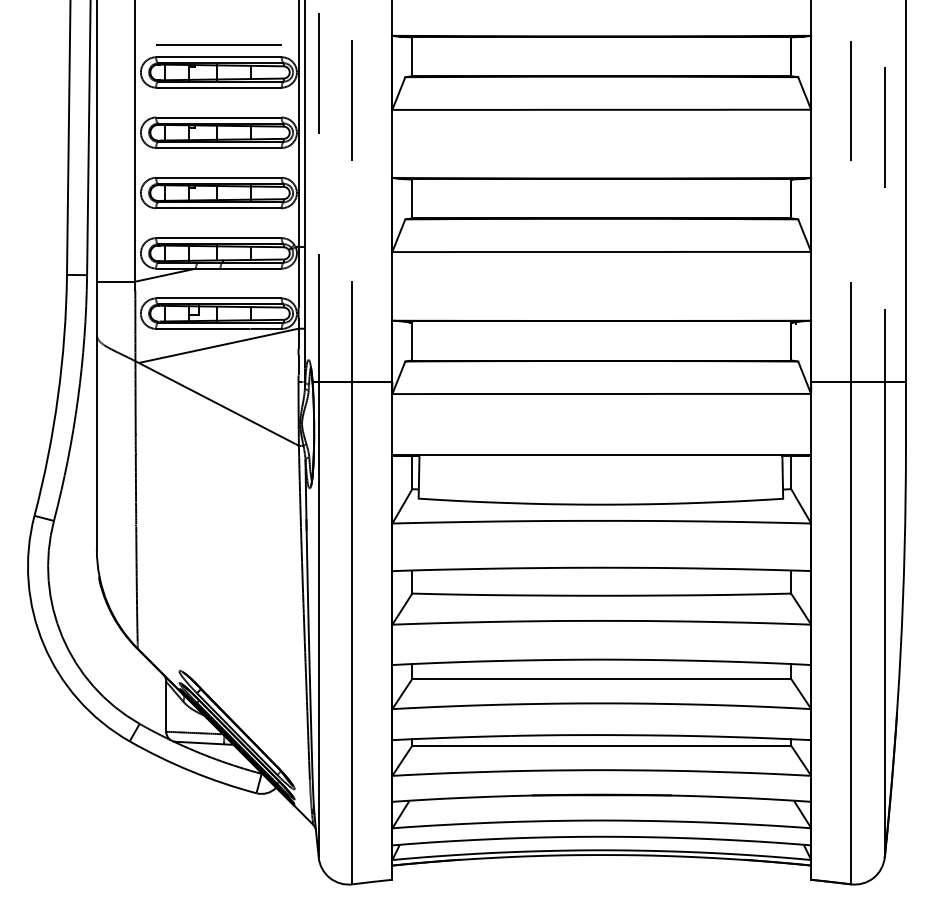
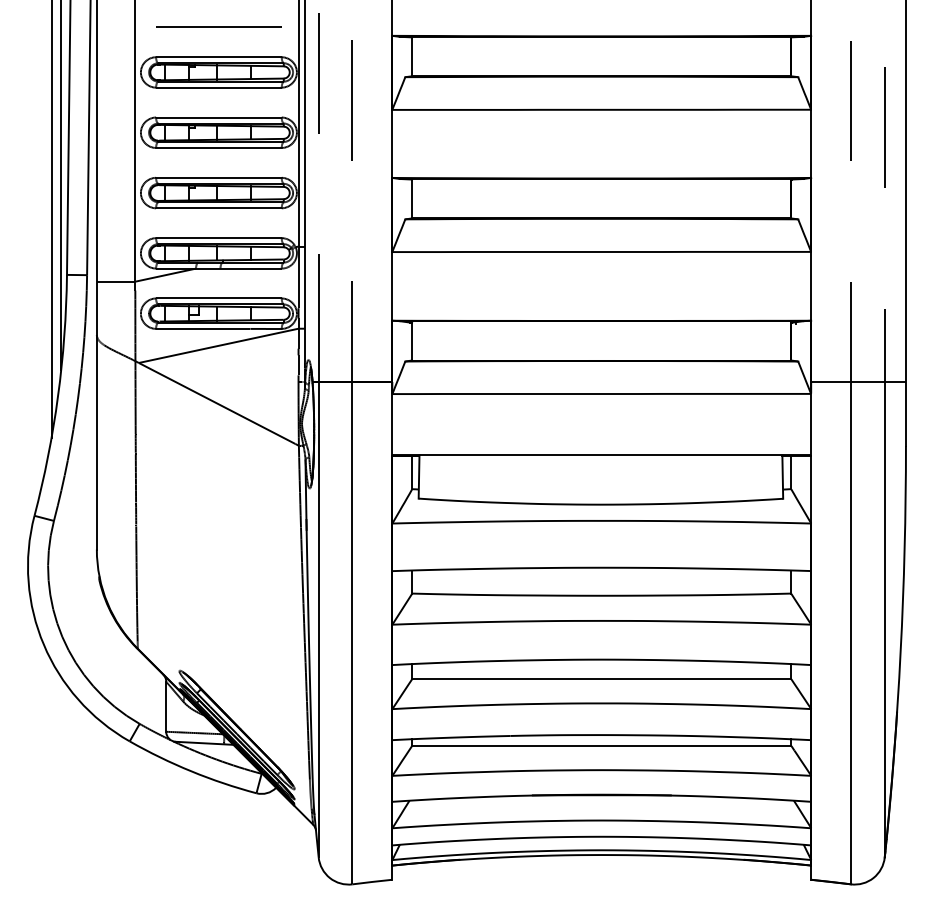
line at (218, 44) position: (218, 44) -> (218, 26)
line at (61, 186): none -> present
line at (51, 219): none -> present
